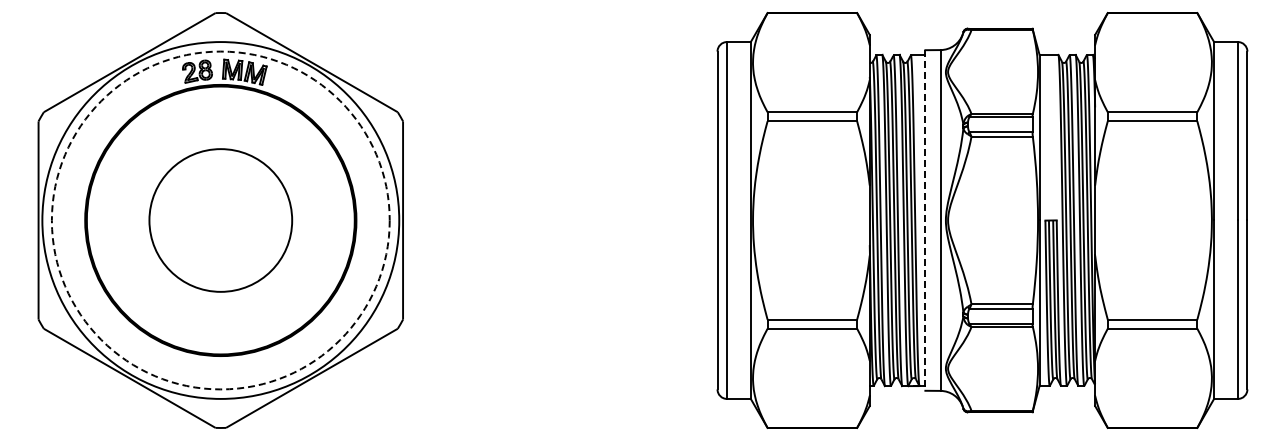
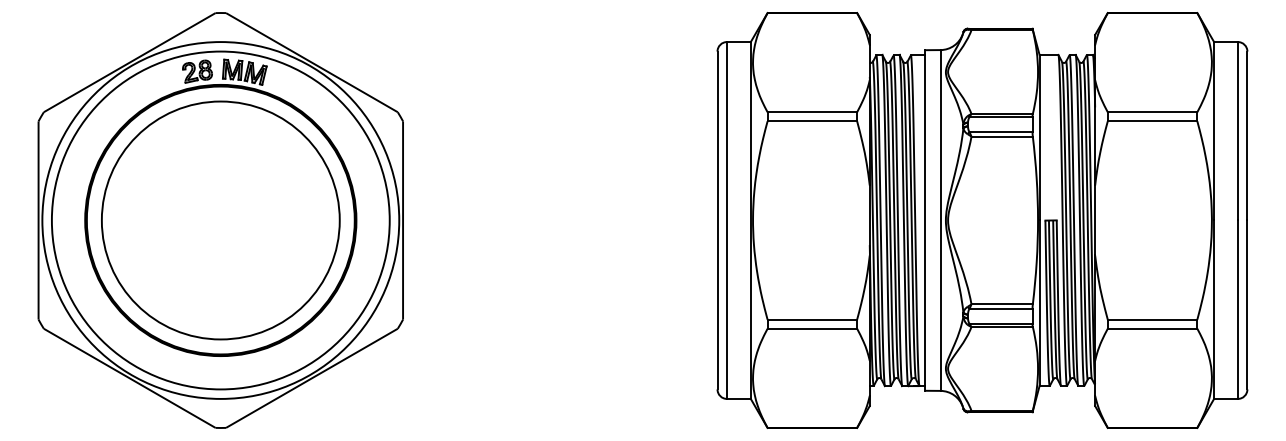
circle at (220, 220) diameter: 143 px -> 238 px
circle at (220, 220): dashed -> solid
line at (925, 220): dashed -> solid
